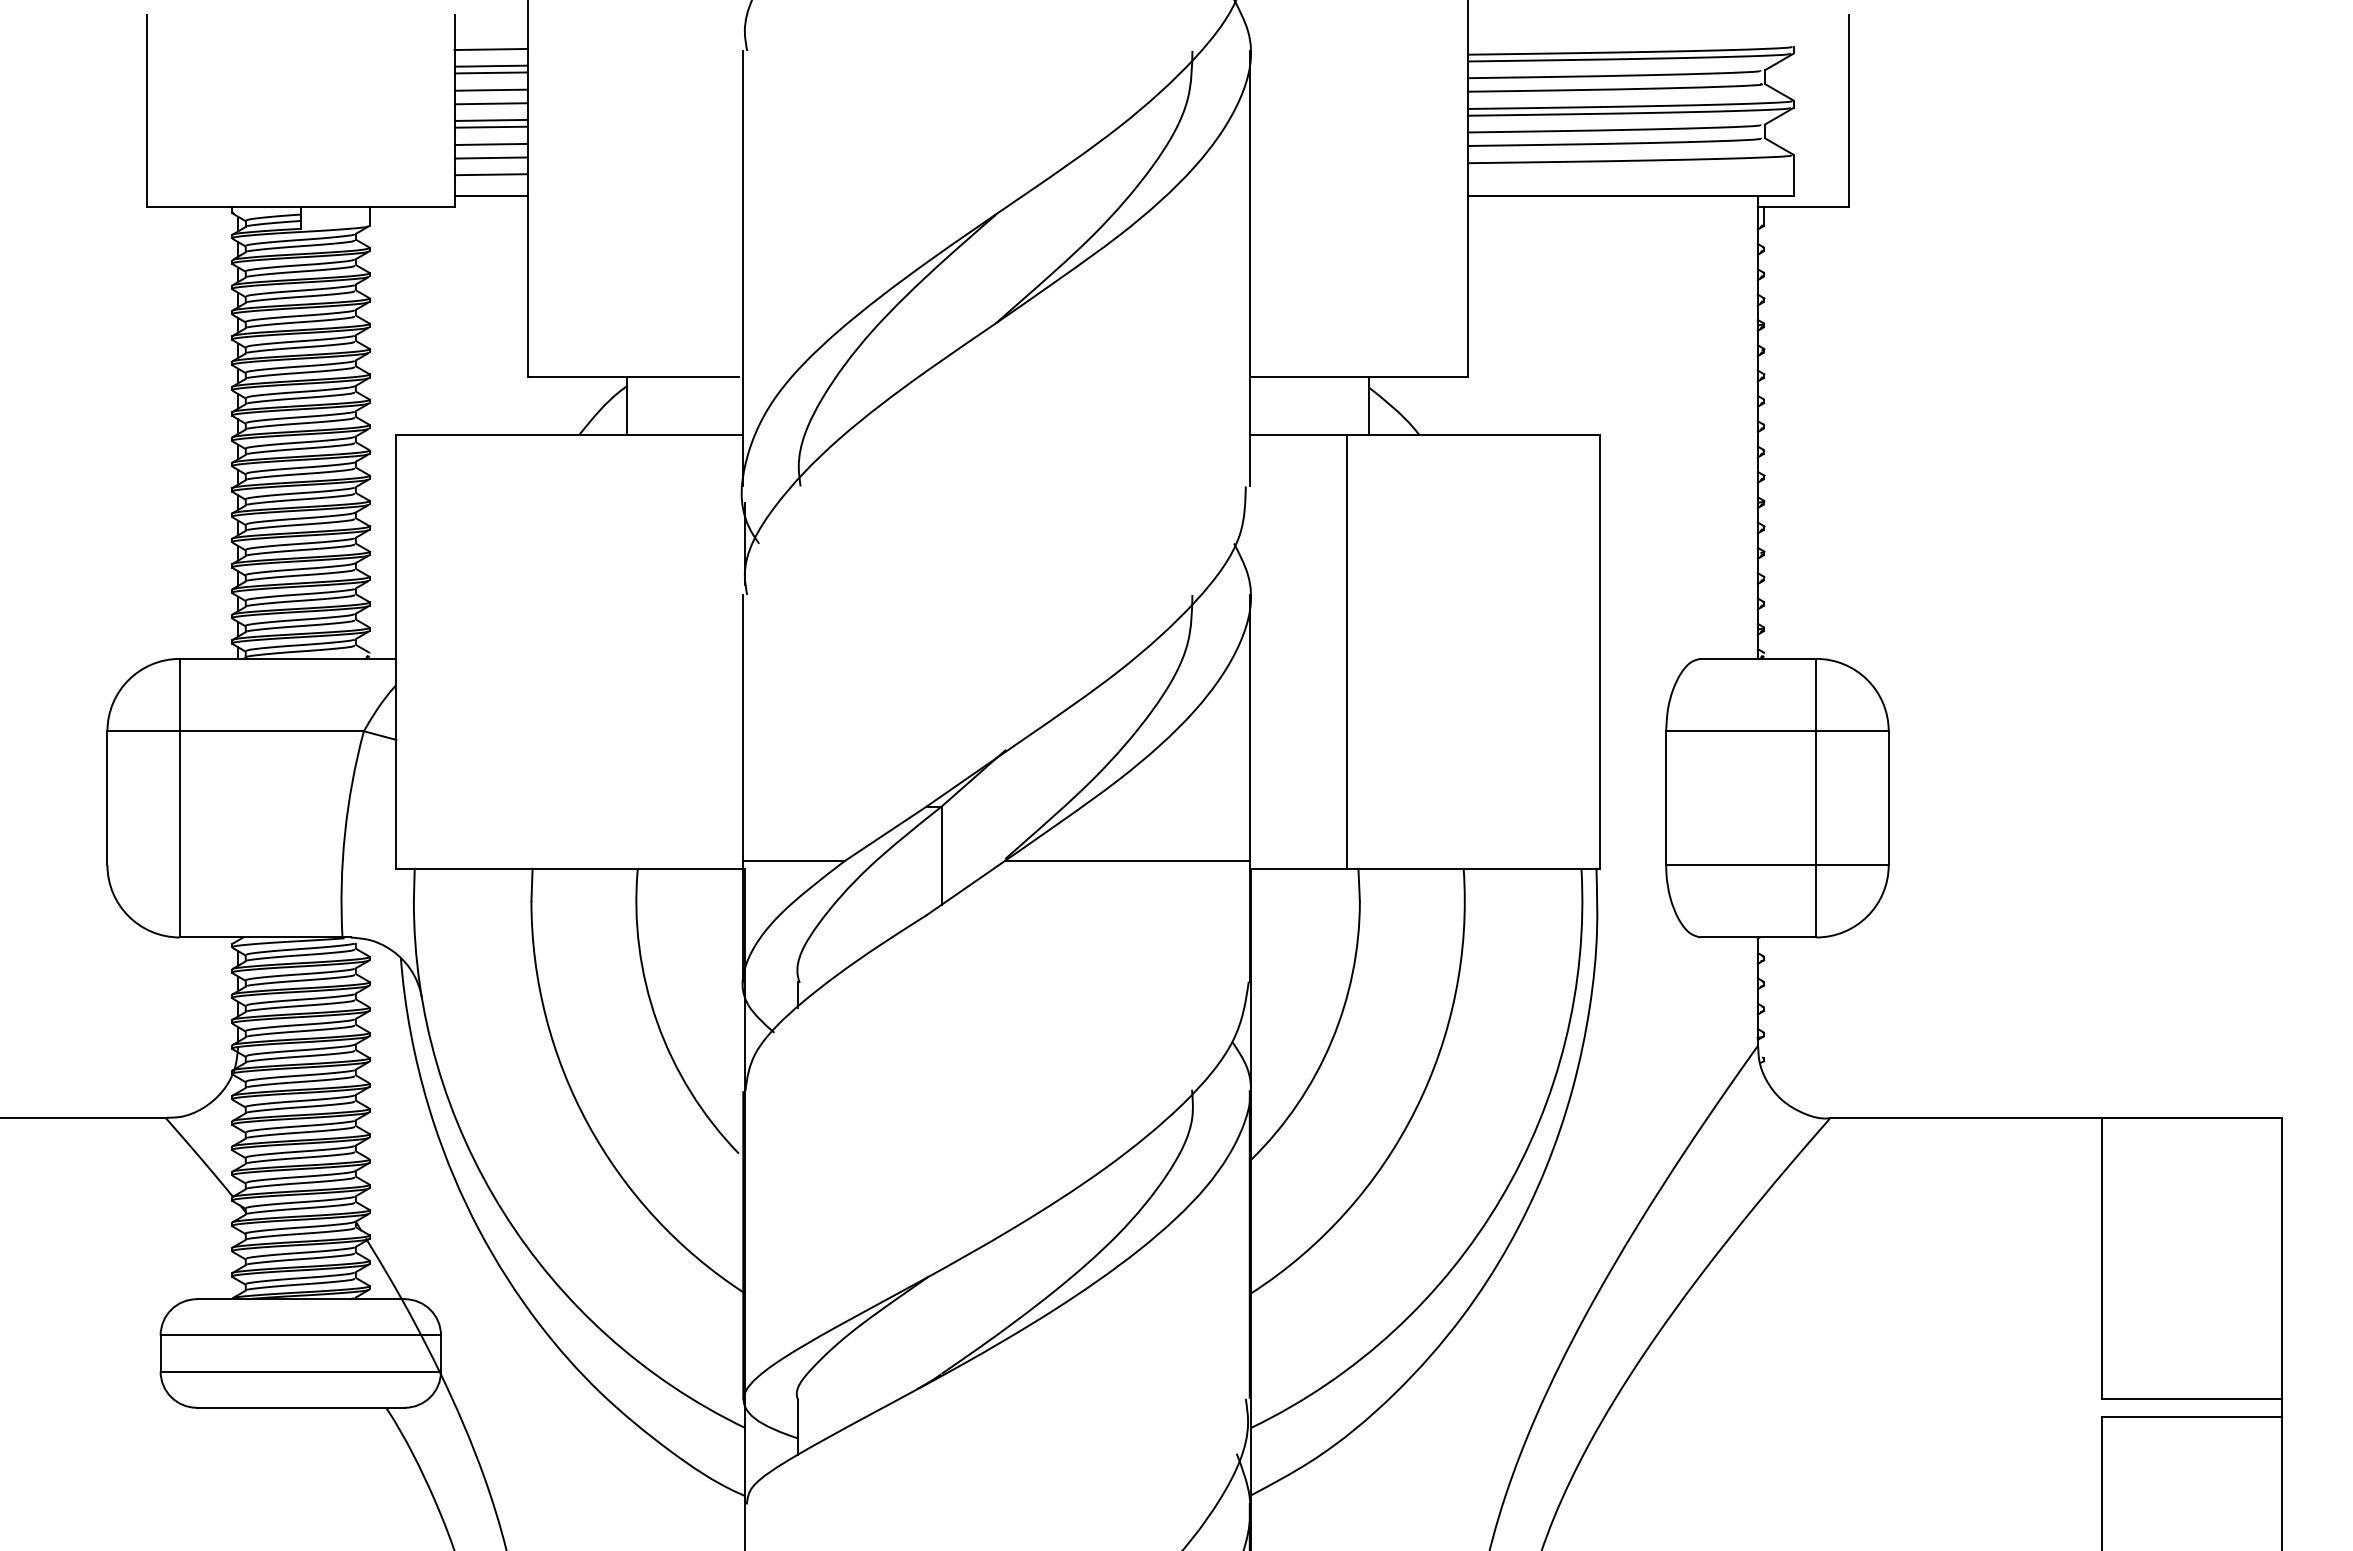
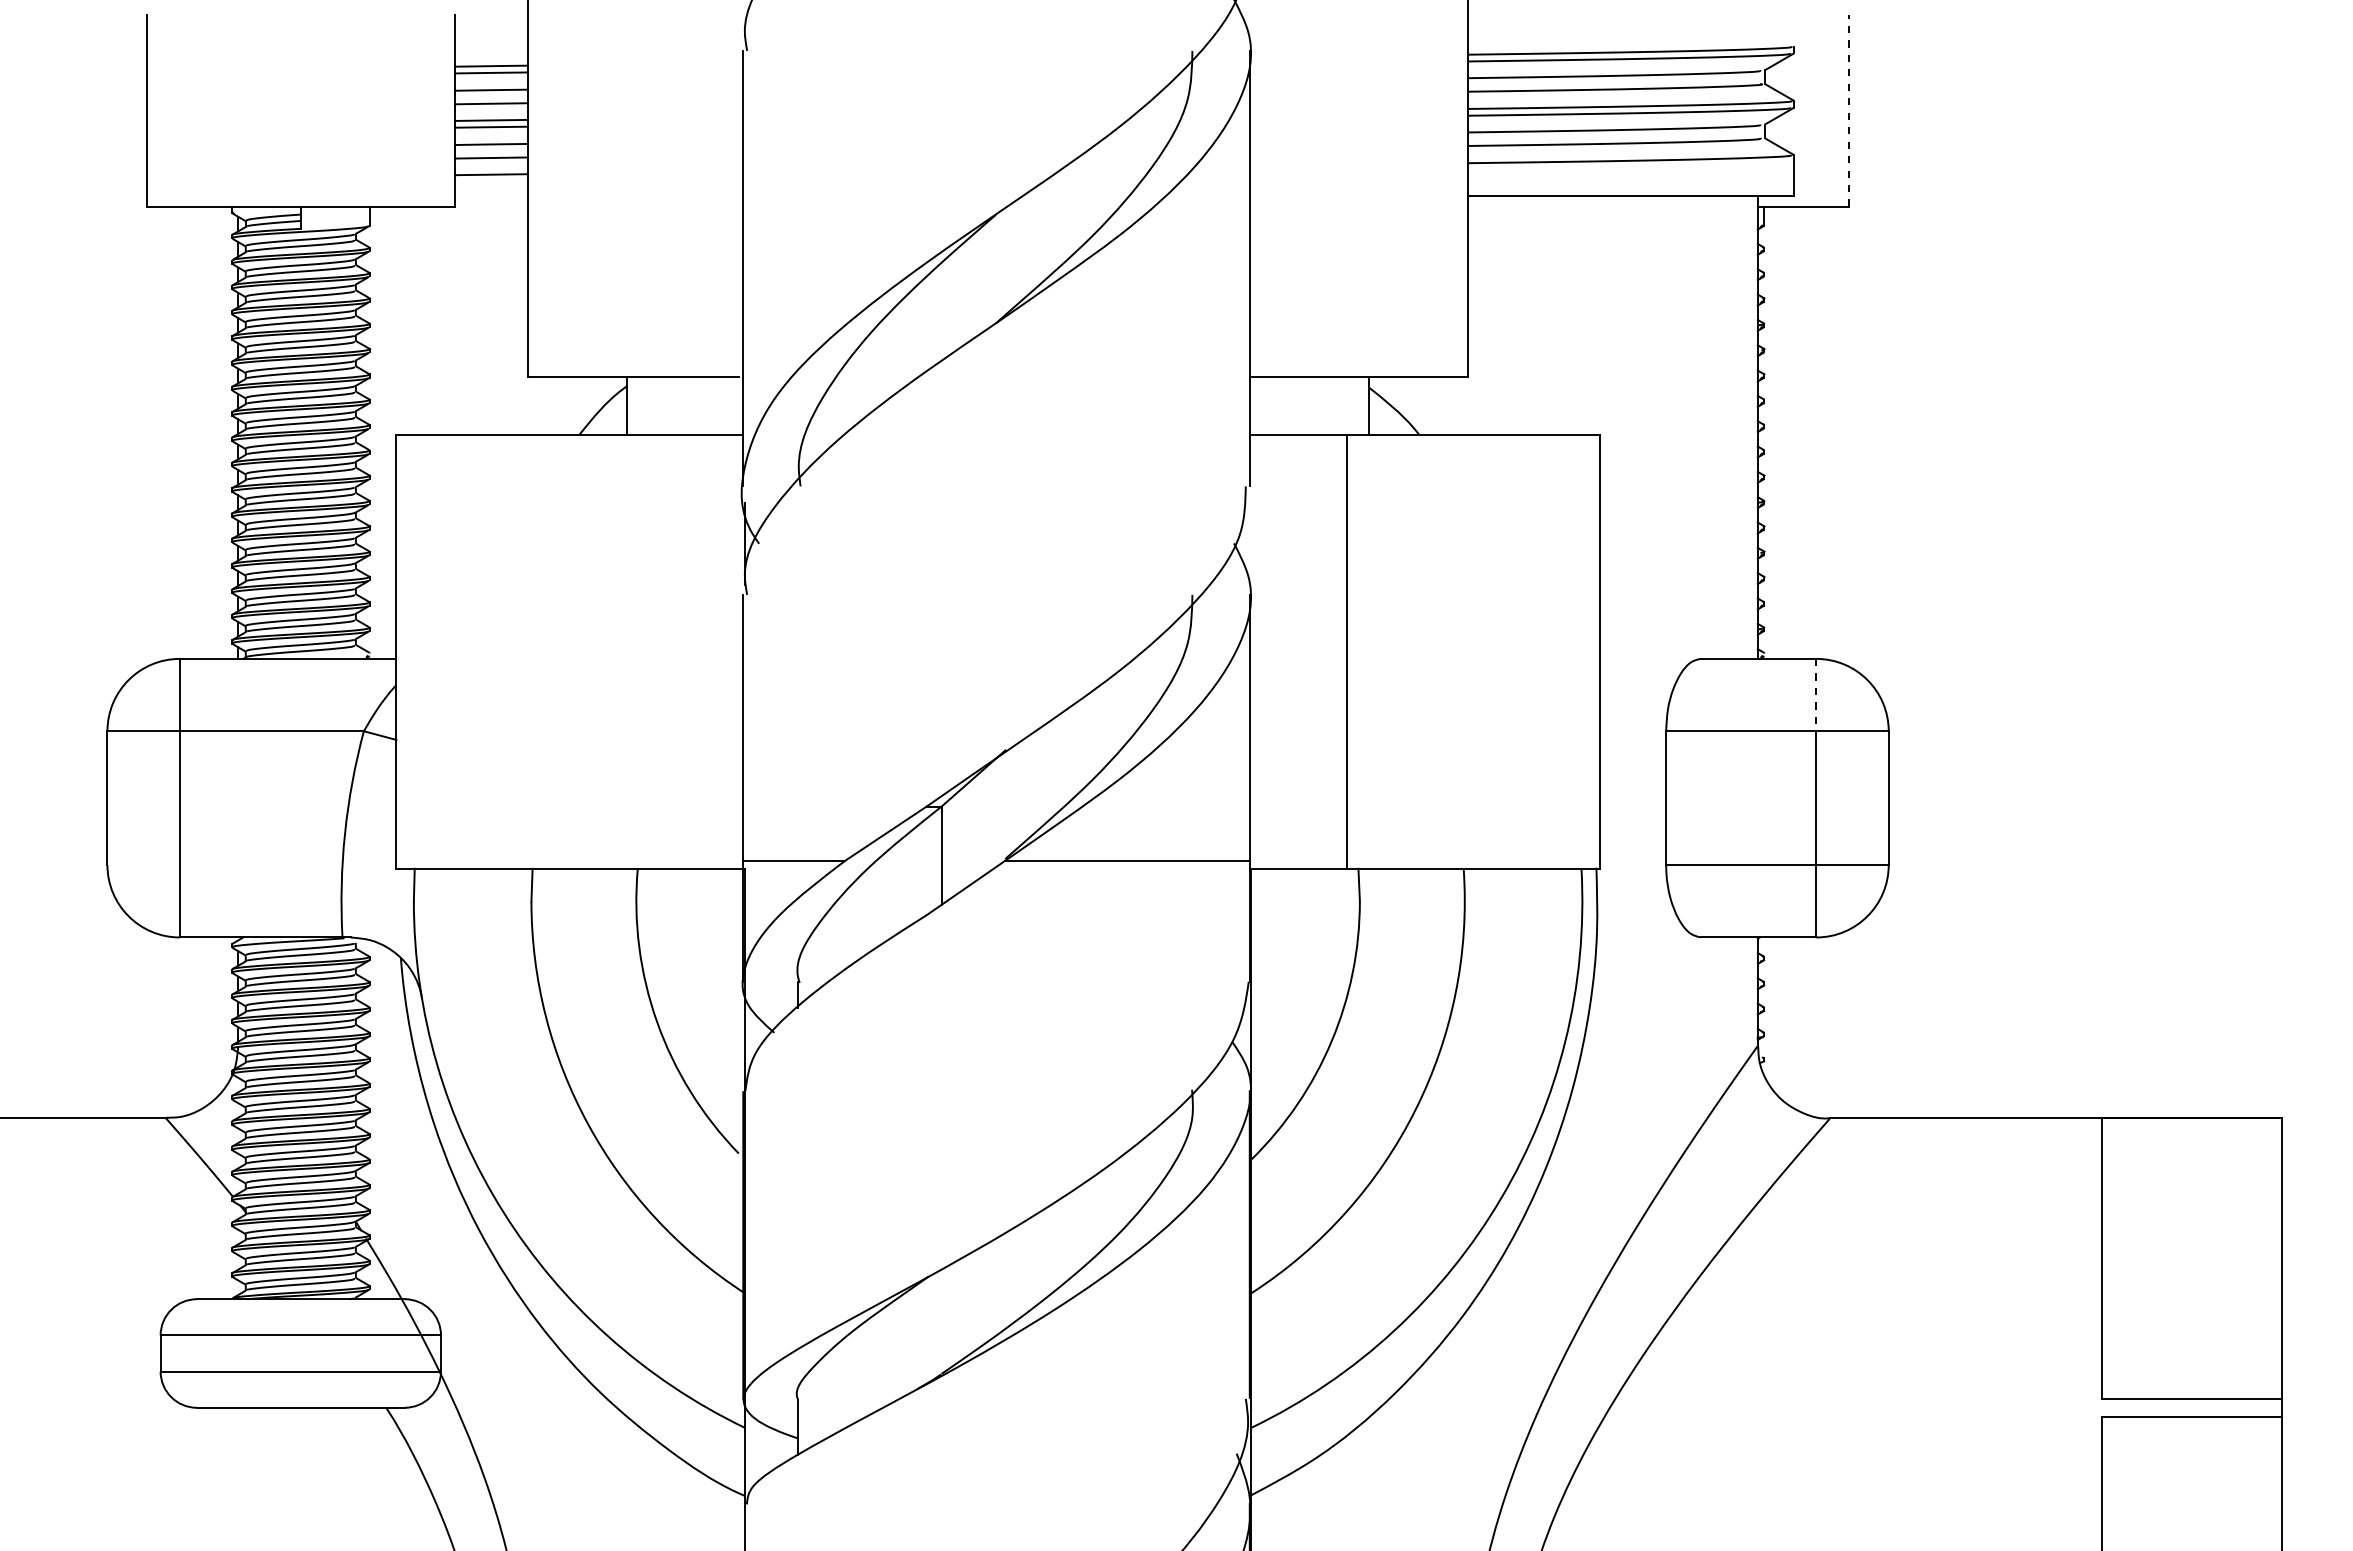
line at (490, 49): present -> none
line at (1849, 110): solid -> dashed
line at (490, 195): present -> none
line at (1816, 695): solid -> dashed
